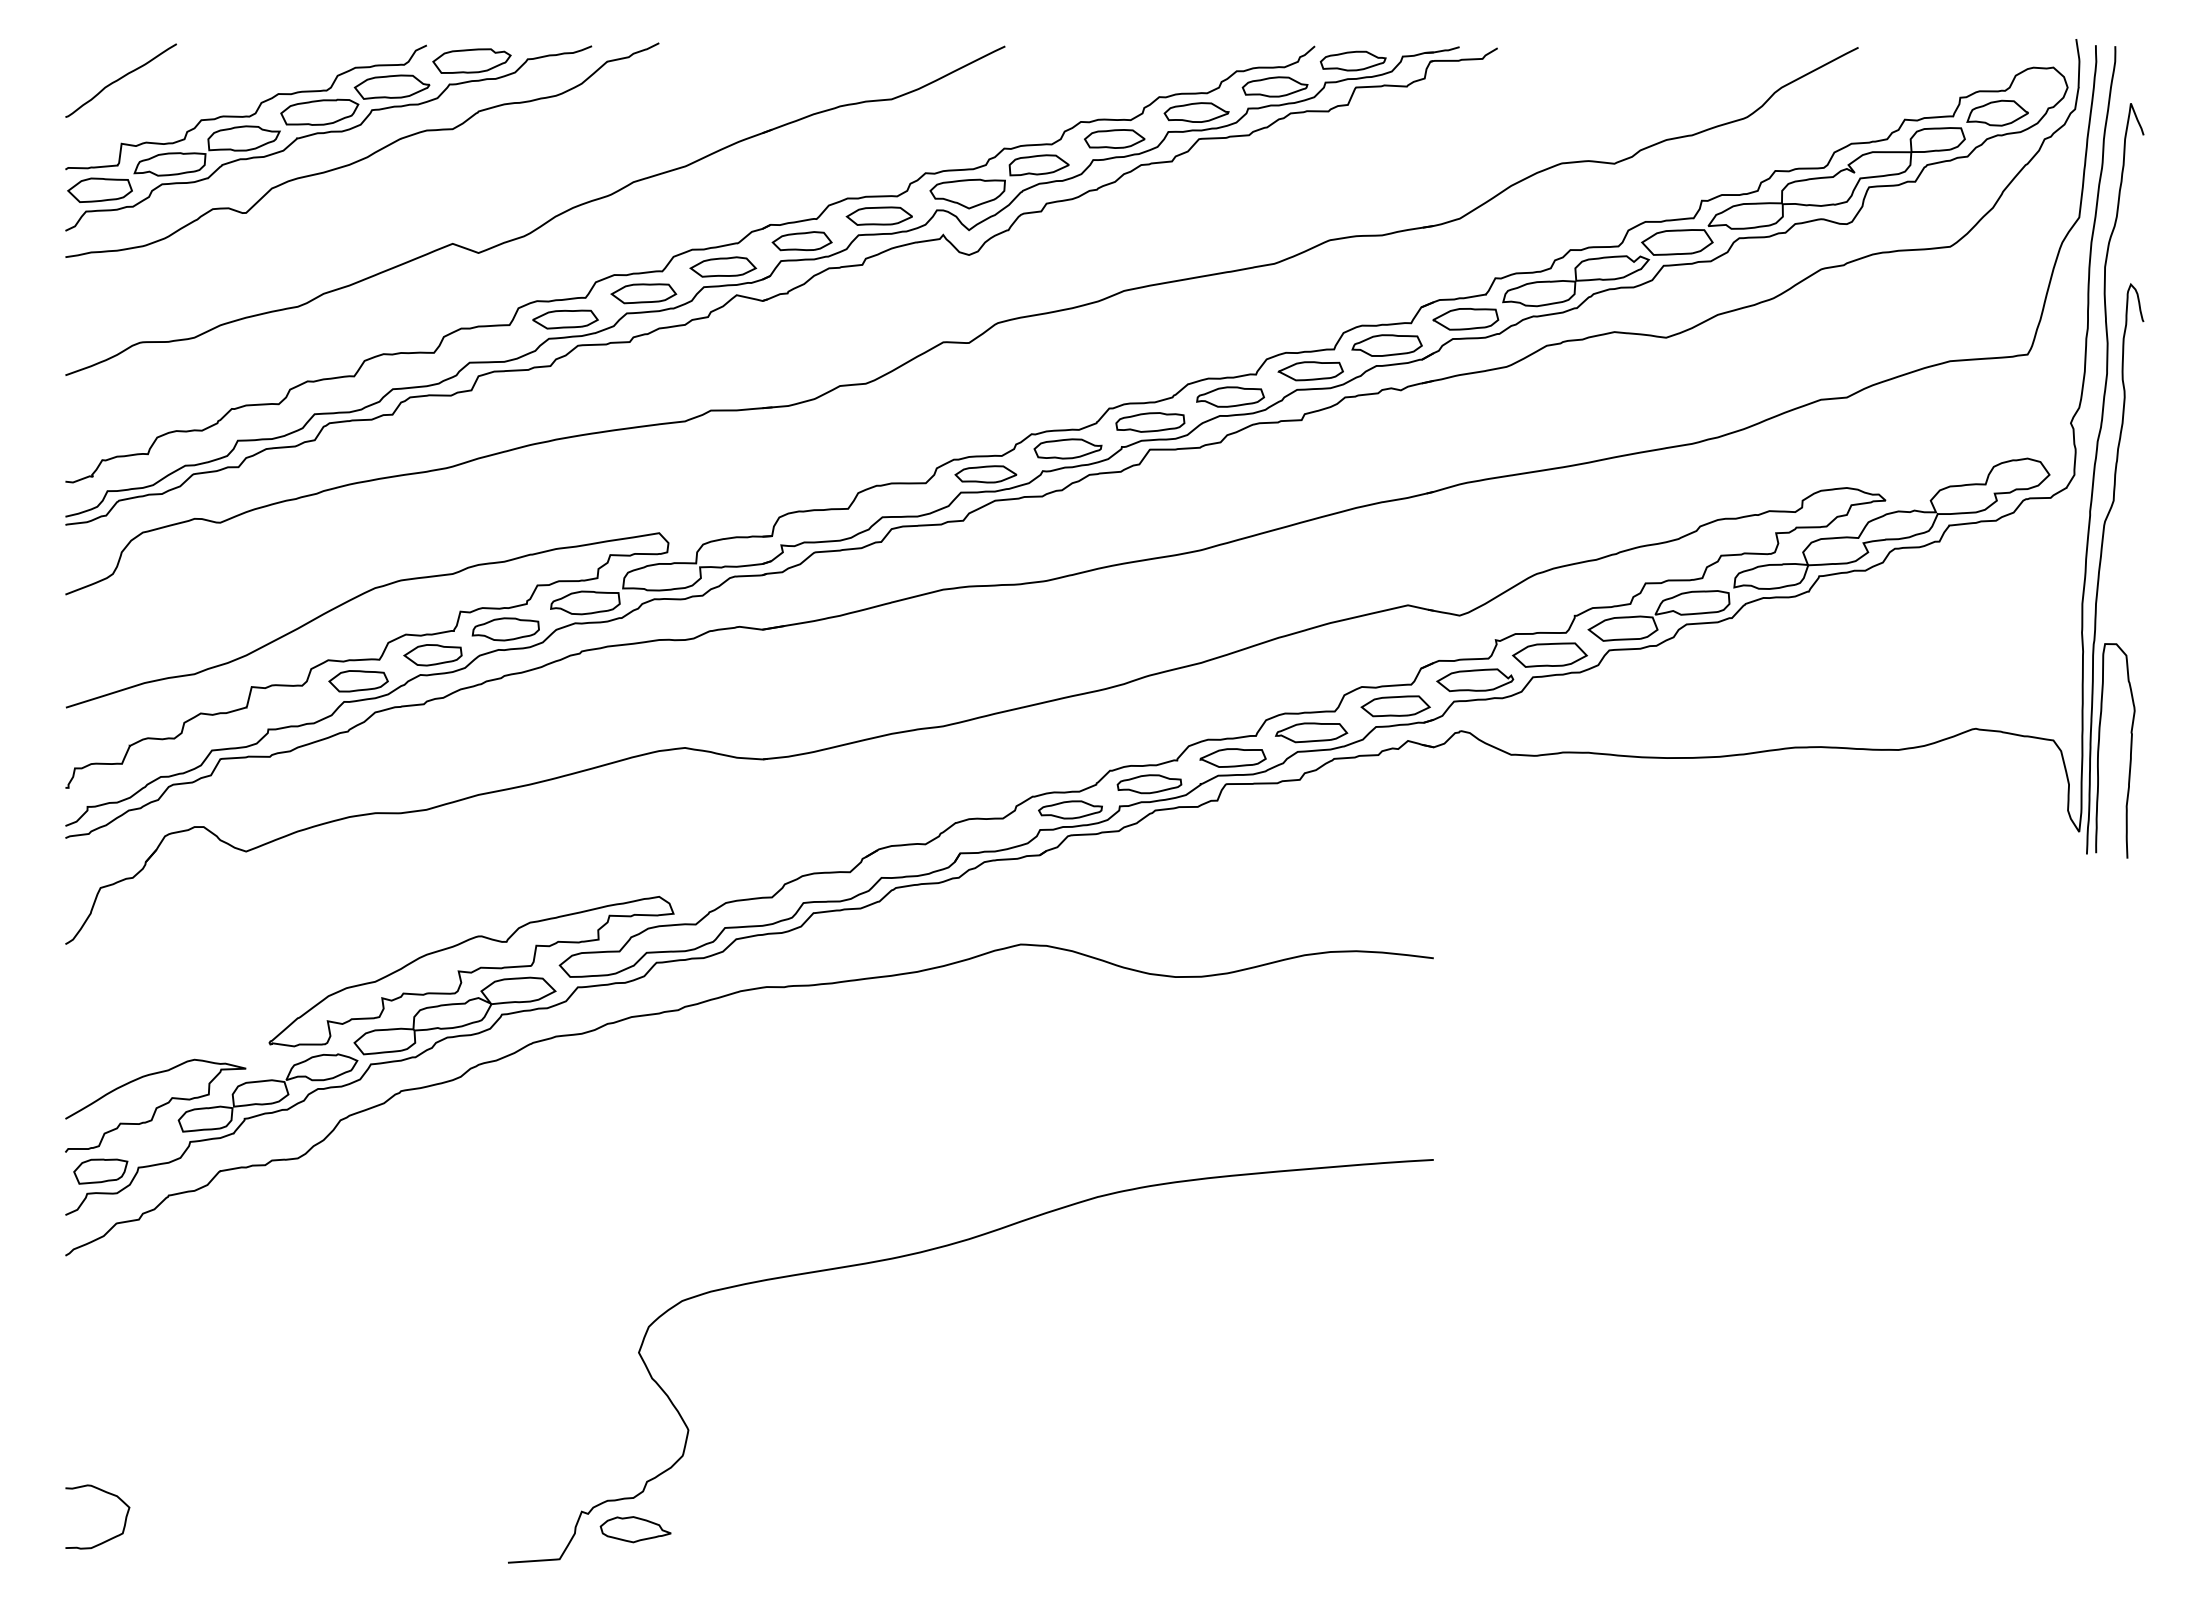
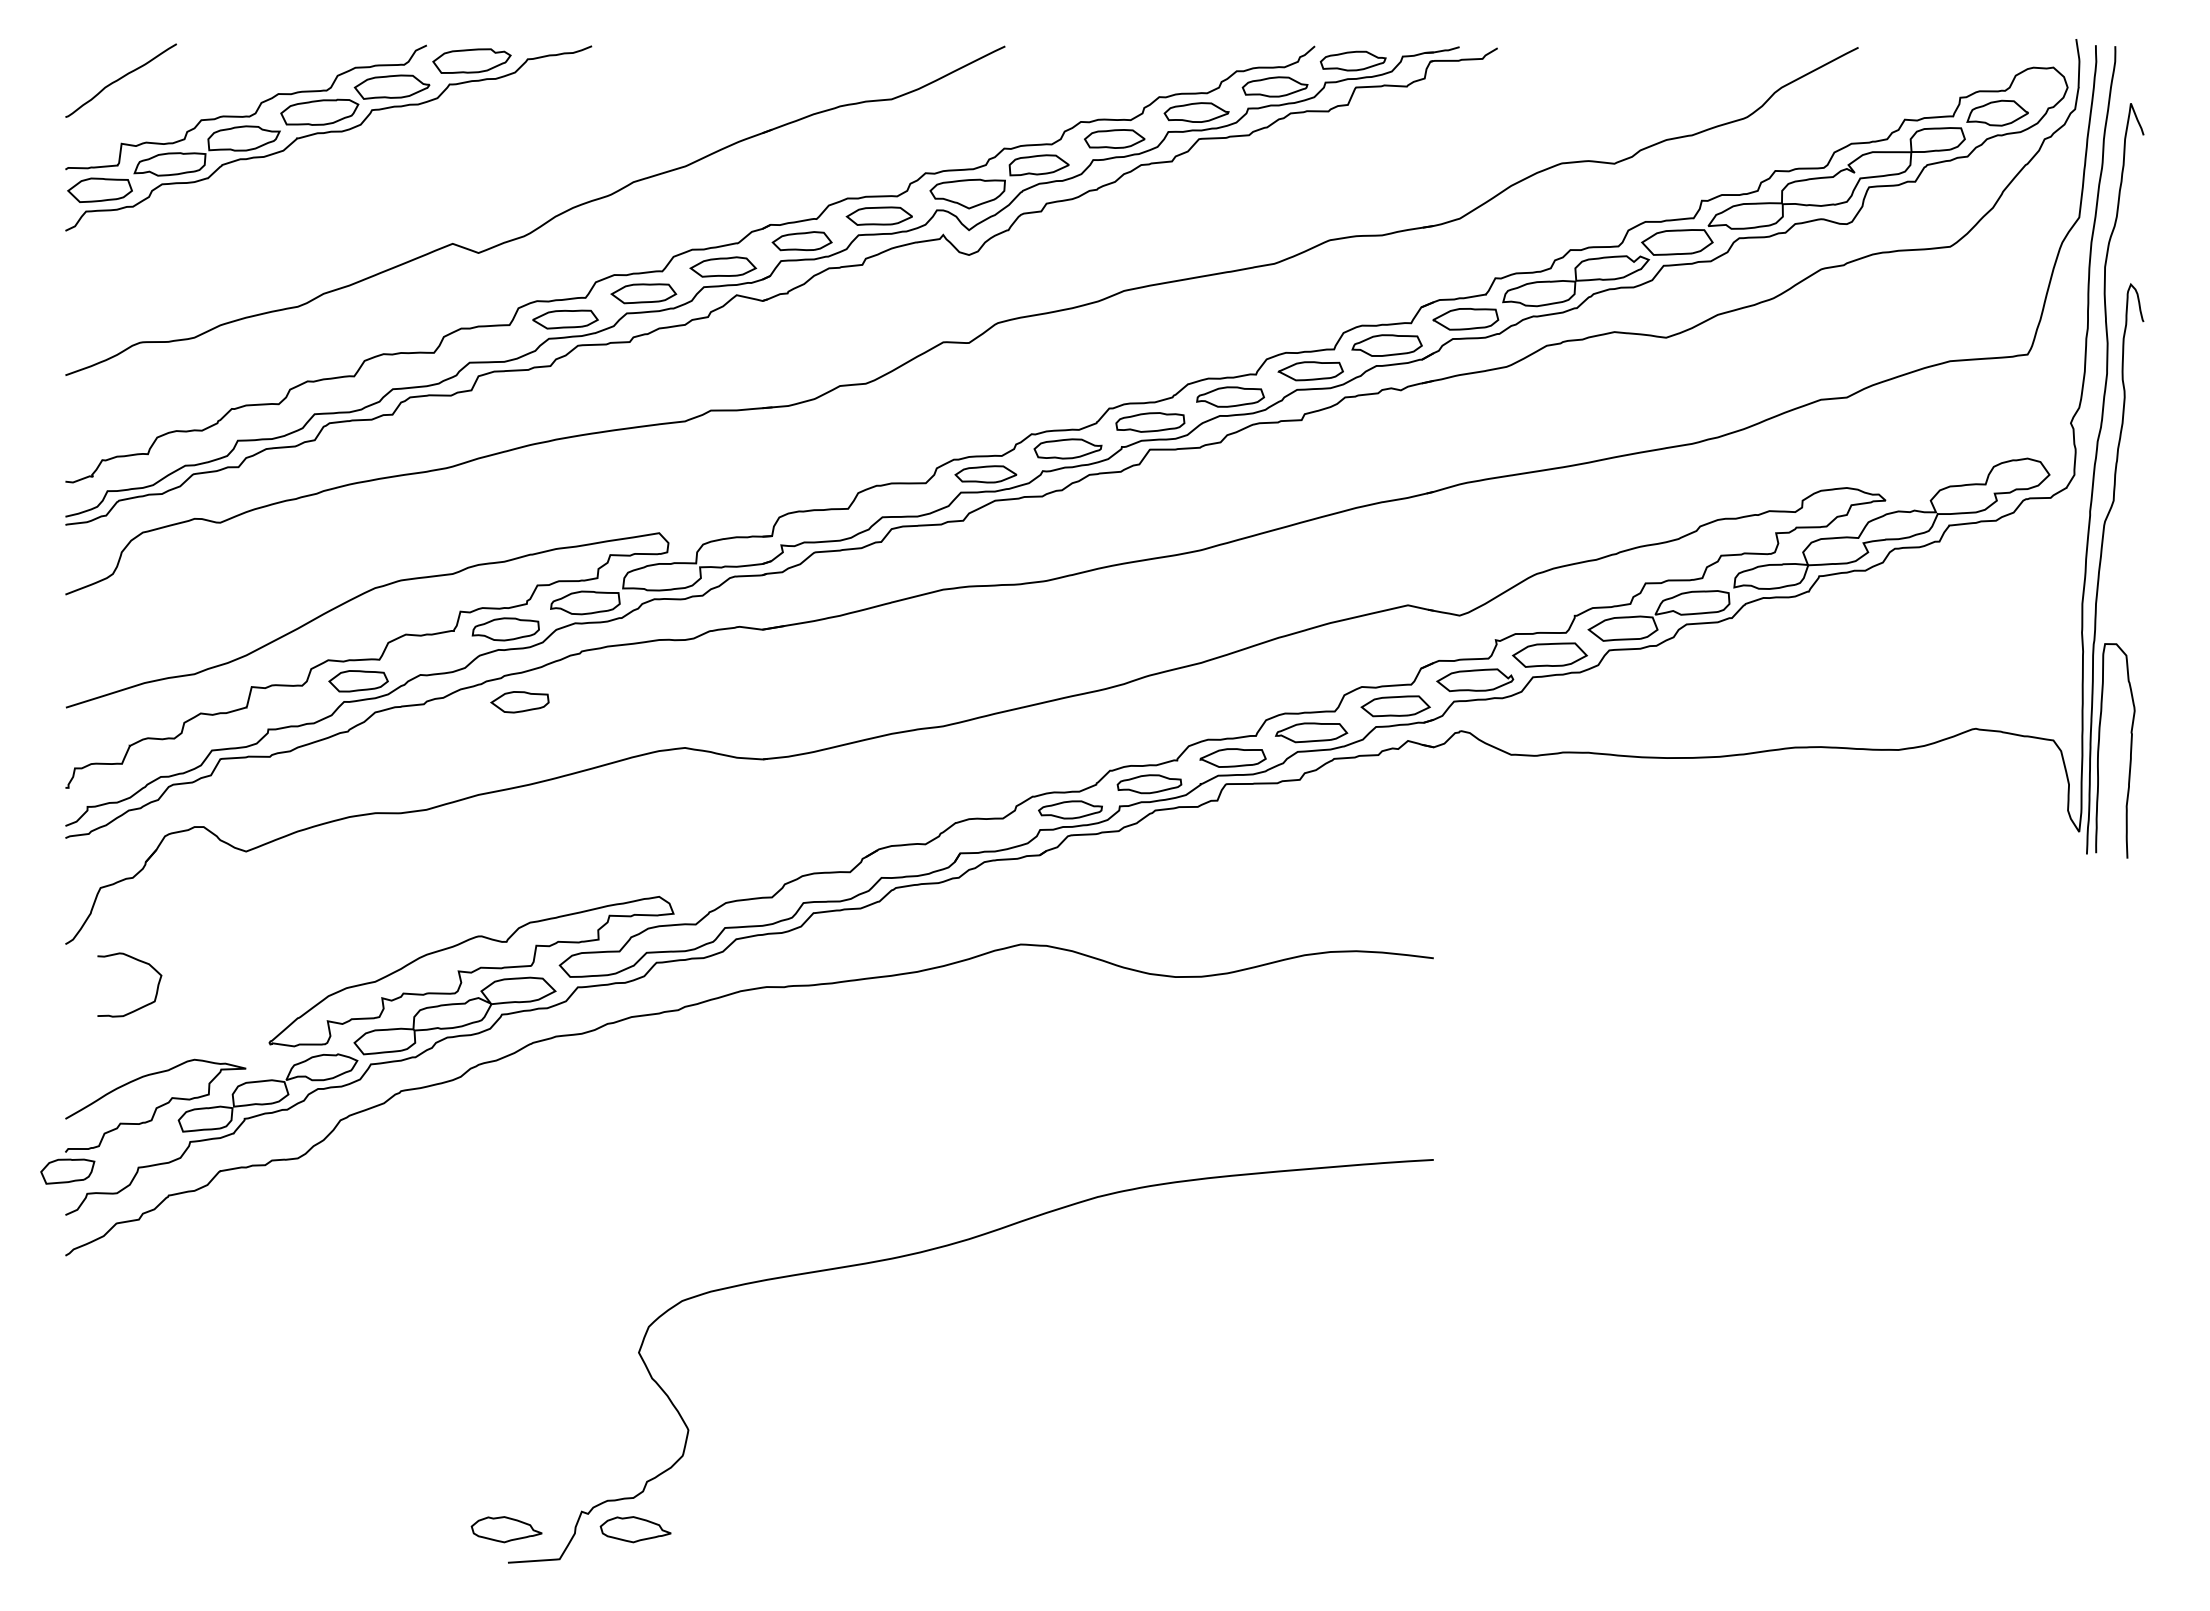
curve at (366, 156): present -> none
part at (432, 655) position: (432, 655) -> (519, 702)
part at (100, 1171) position: (100, 1171) -> (67, 1171)
curve at (106, 1493) position: (106, 1493) -> (138, 961)
part at (506, 1529): none -> present
